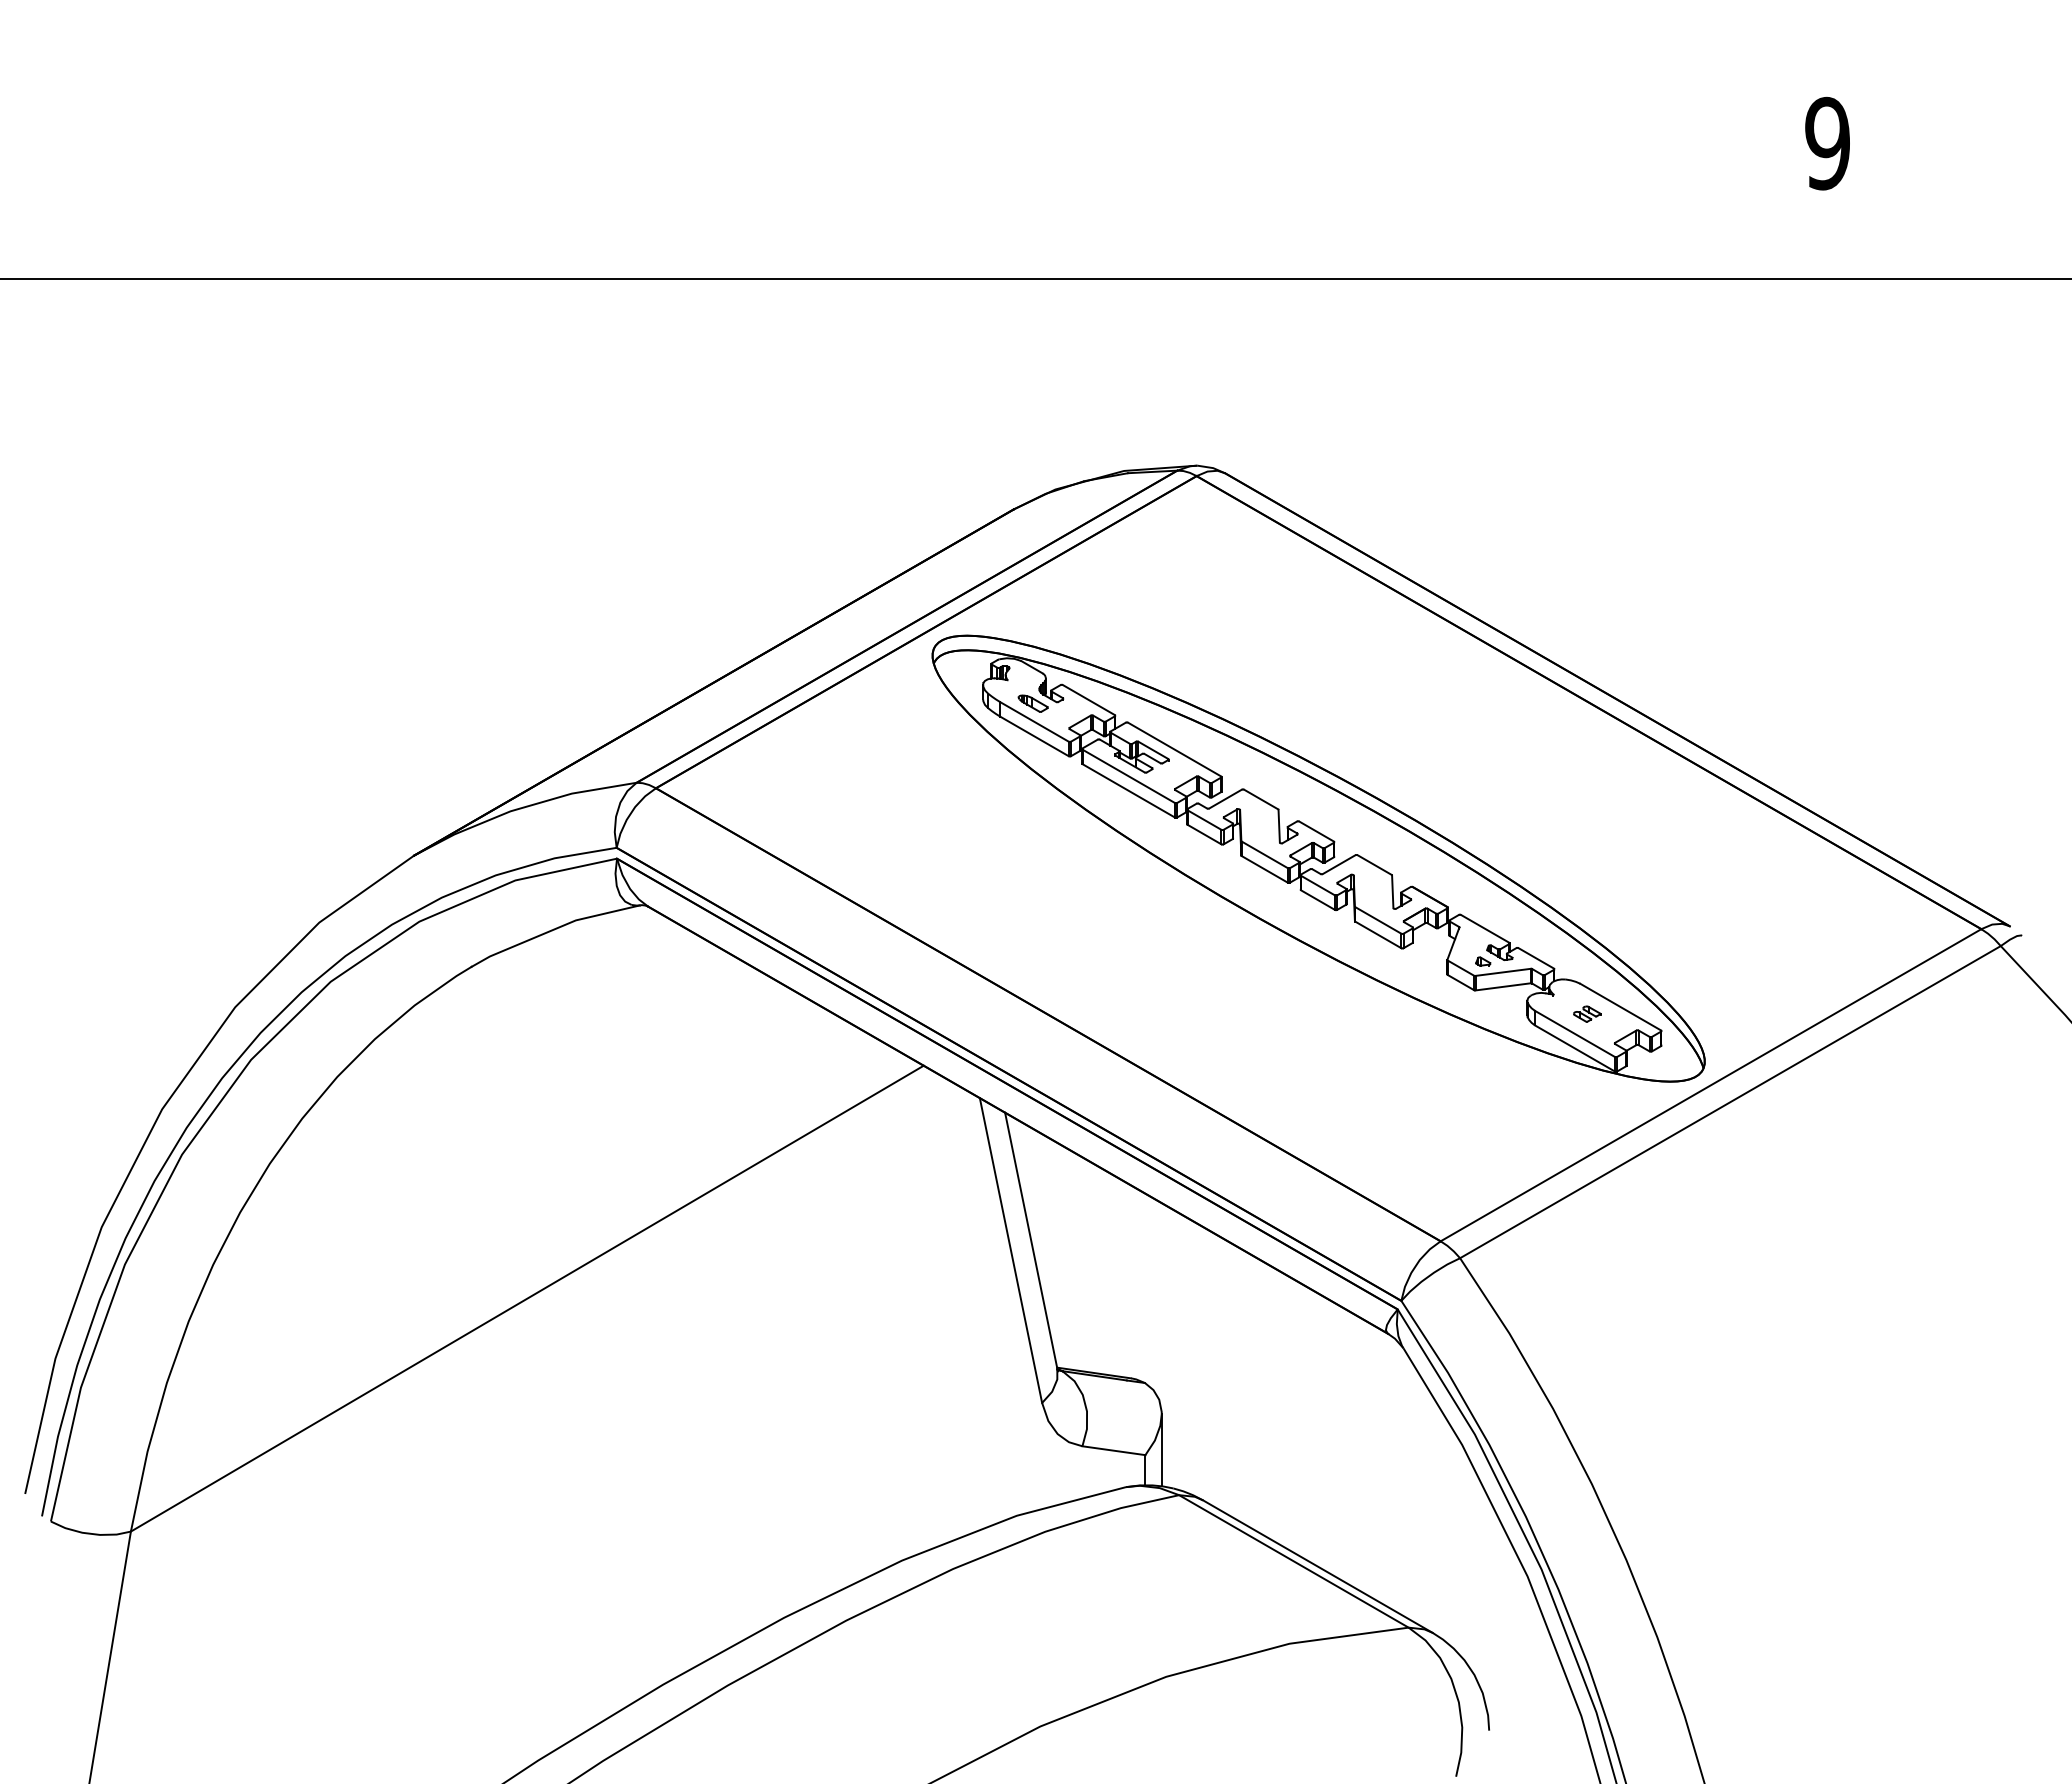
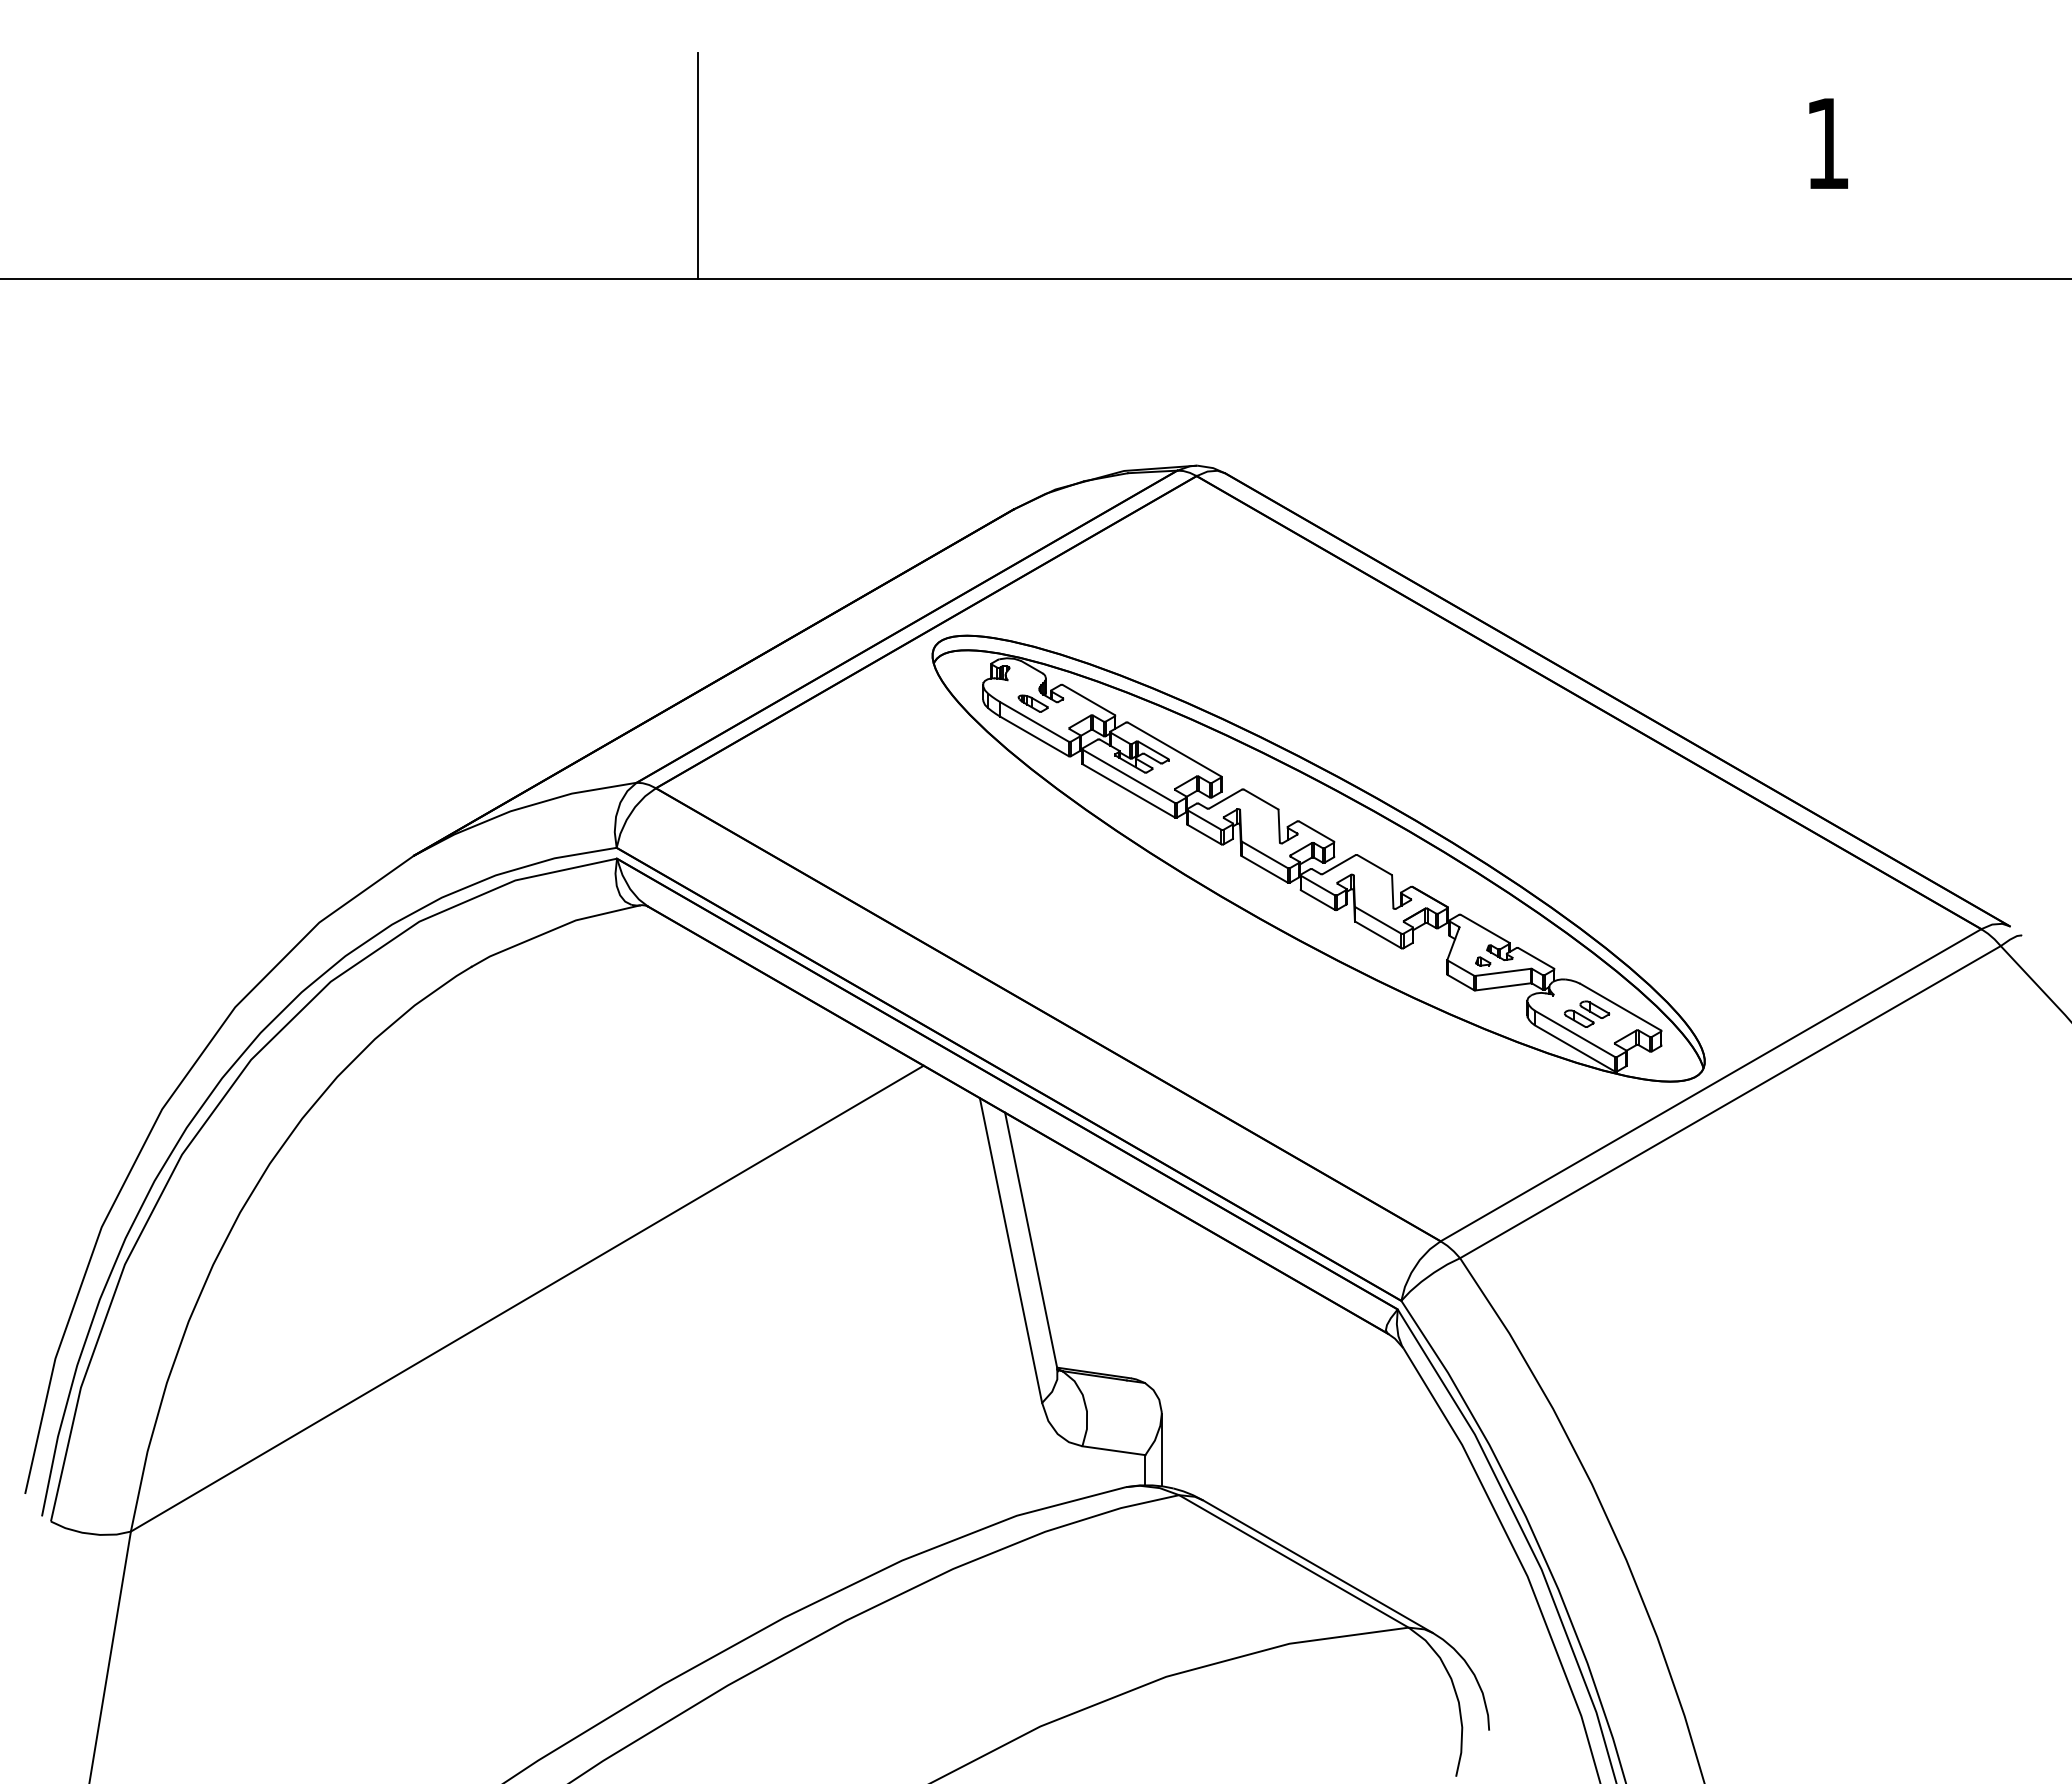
text at (1827, 143): 9 -> 1
line at (698, 166): none -> present
part at (1587, 1013) size: 29x18 px -> 47x28 px
